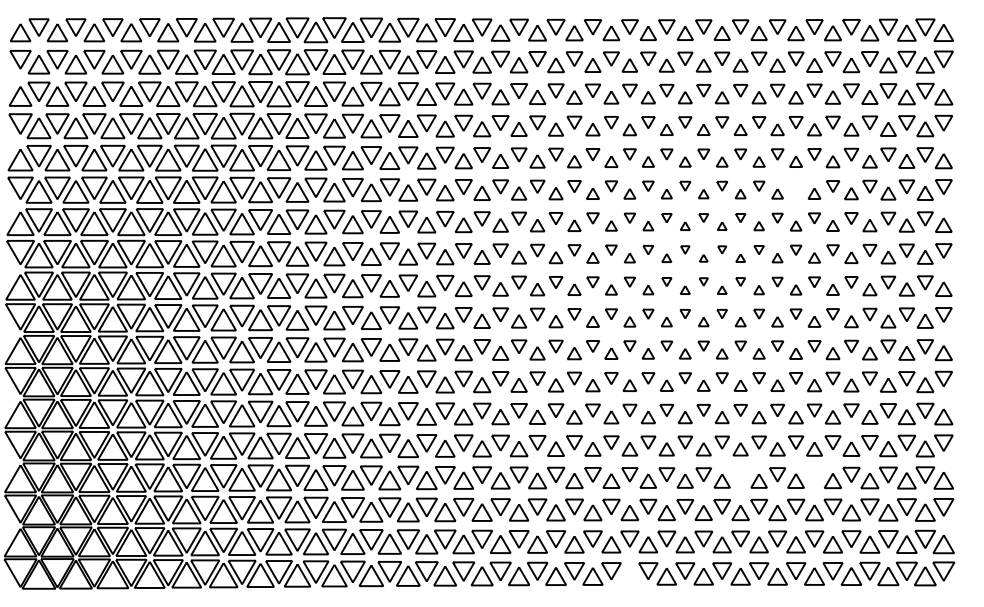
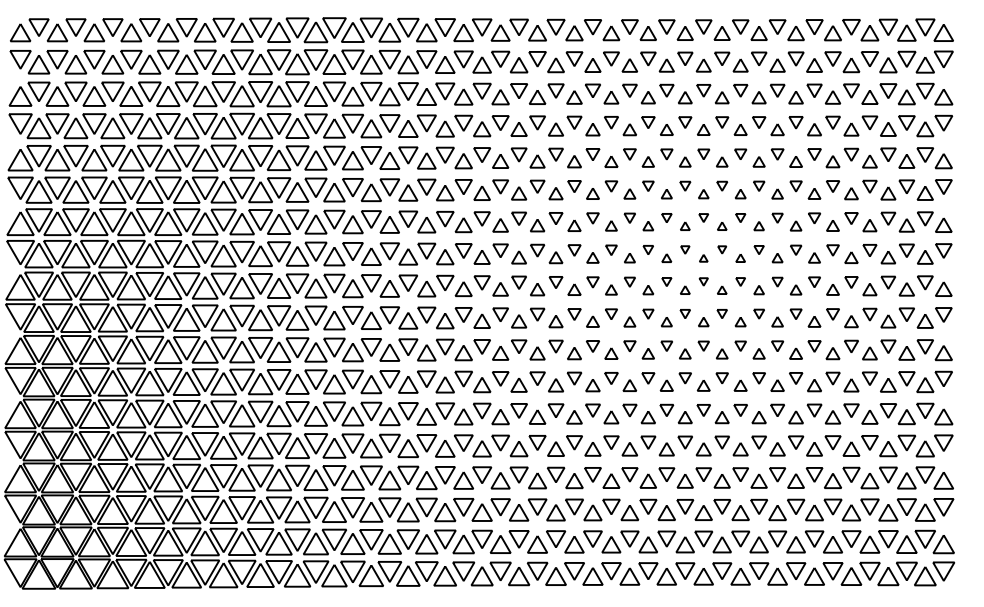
part at (795, 186): none -> present
part at (740, 474): none -> present
part at (814, 474): none -> present
part at (629, 576): none -> present
